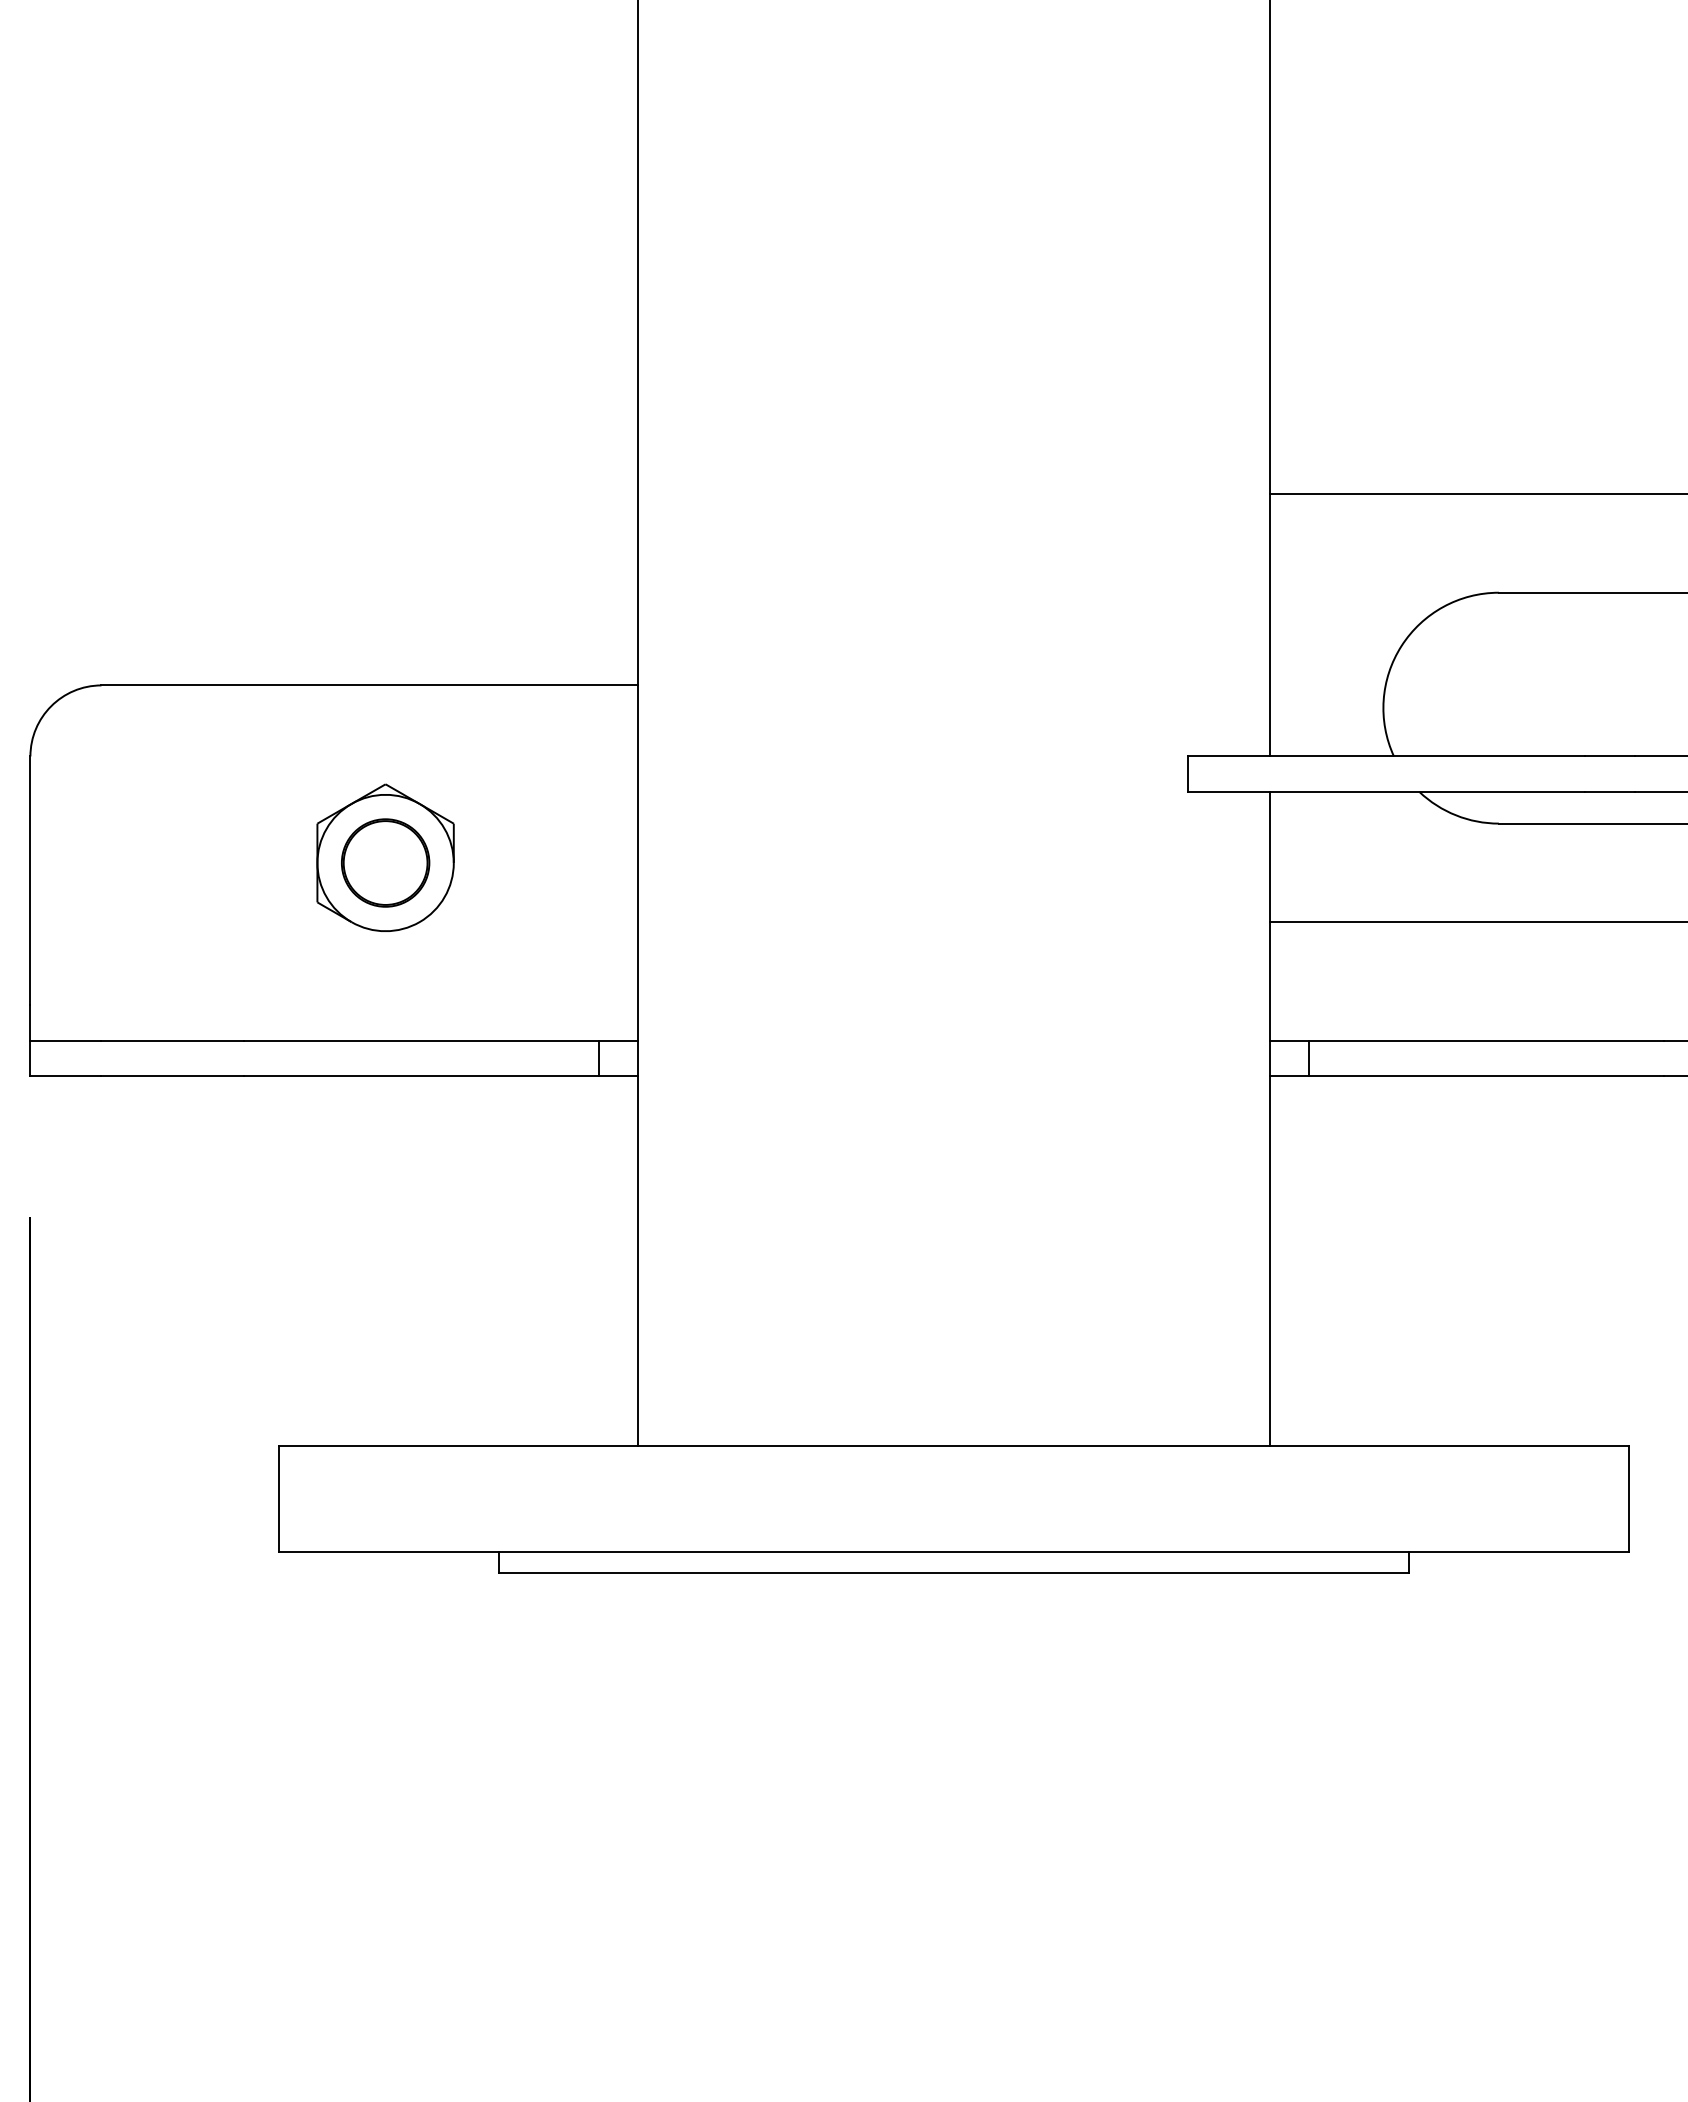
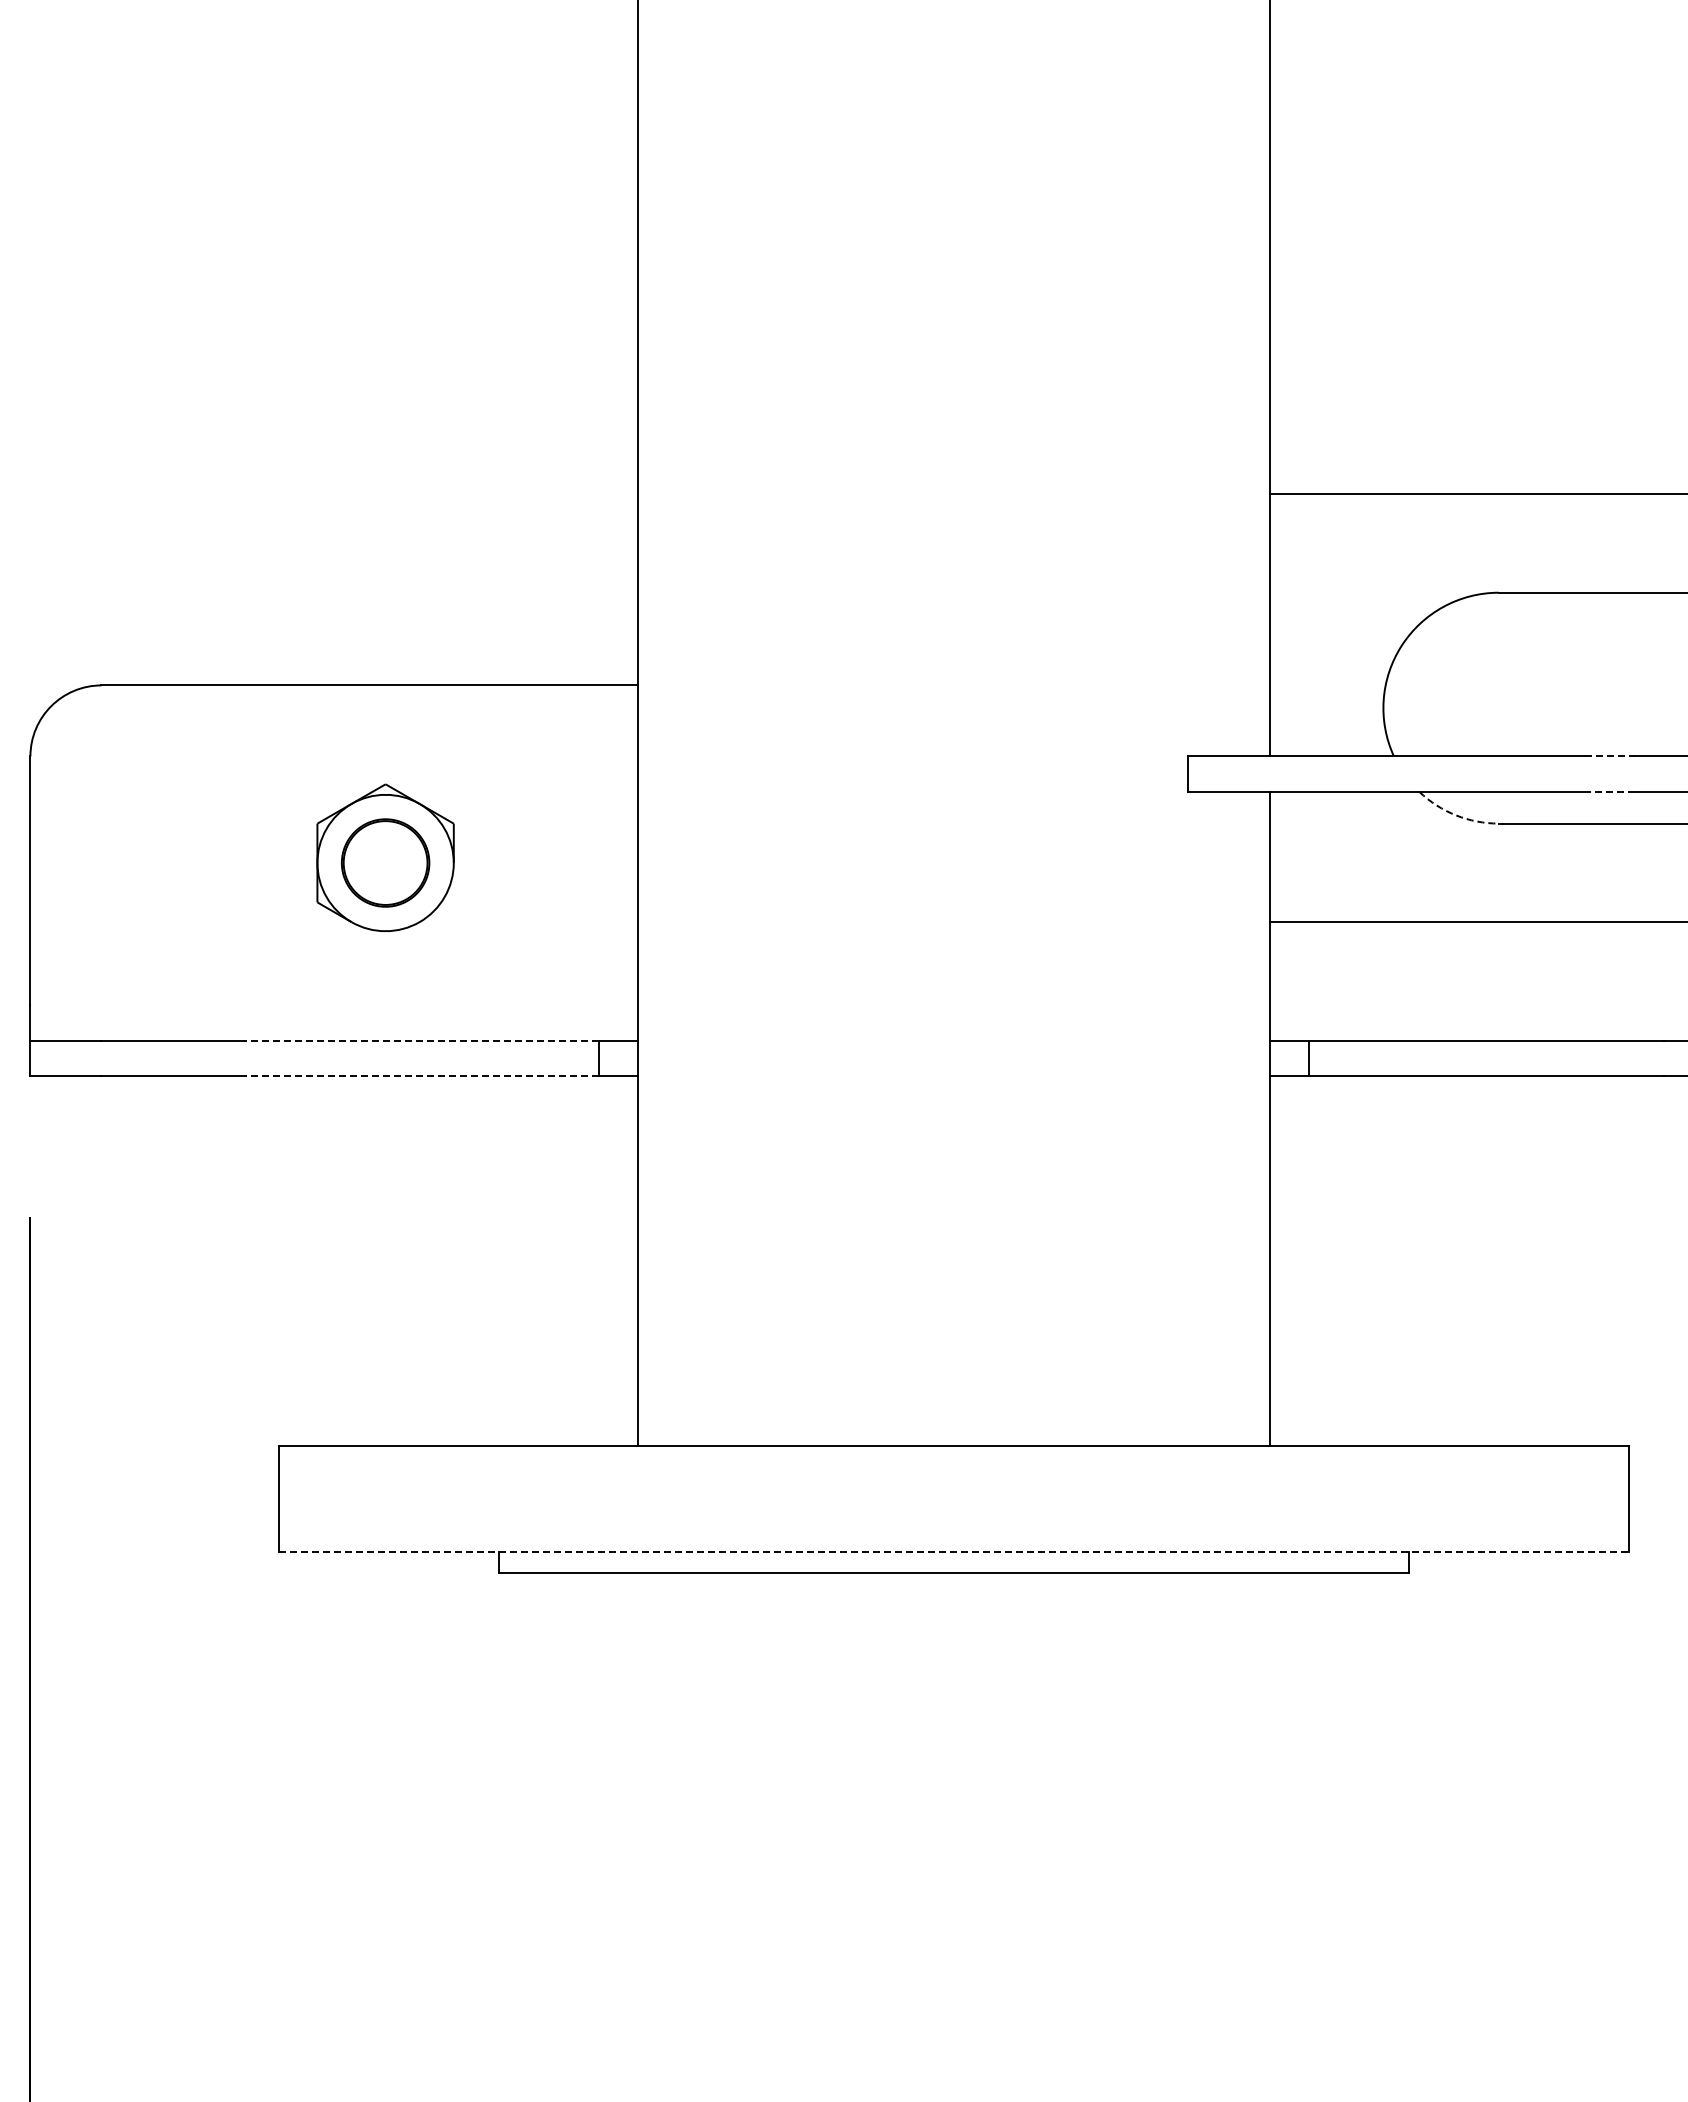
line at (1610, 756): solid -> dashed
line at (1609, 792): solid -> dashed
arc at (1456, 815): solid -> dashed
line at (421, 1040): solid -> dashed
line at (421, 1076): solid -> dashed
line at (953, 1552): solid -> dashed
